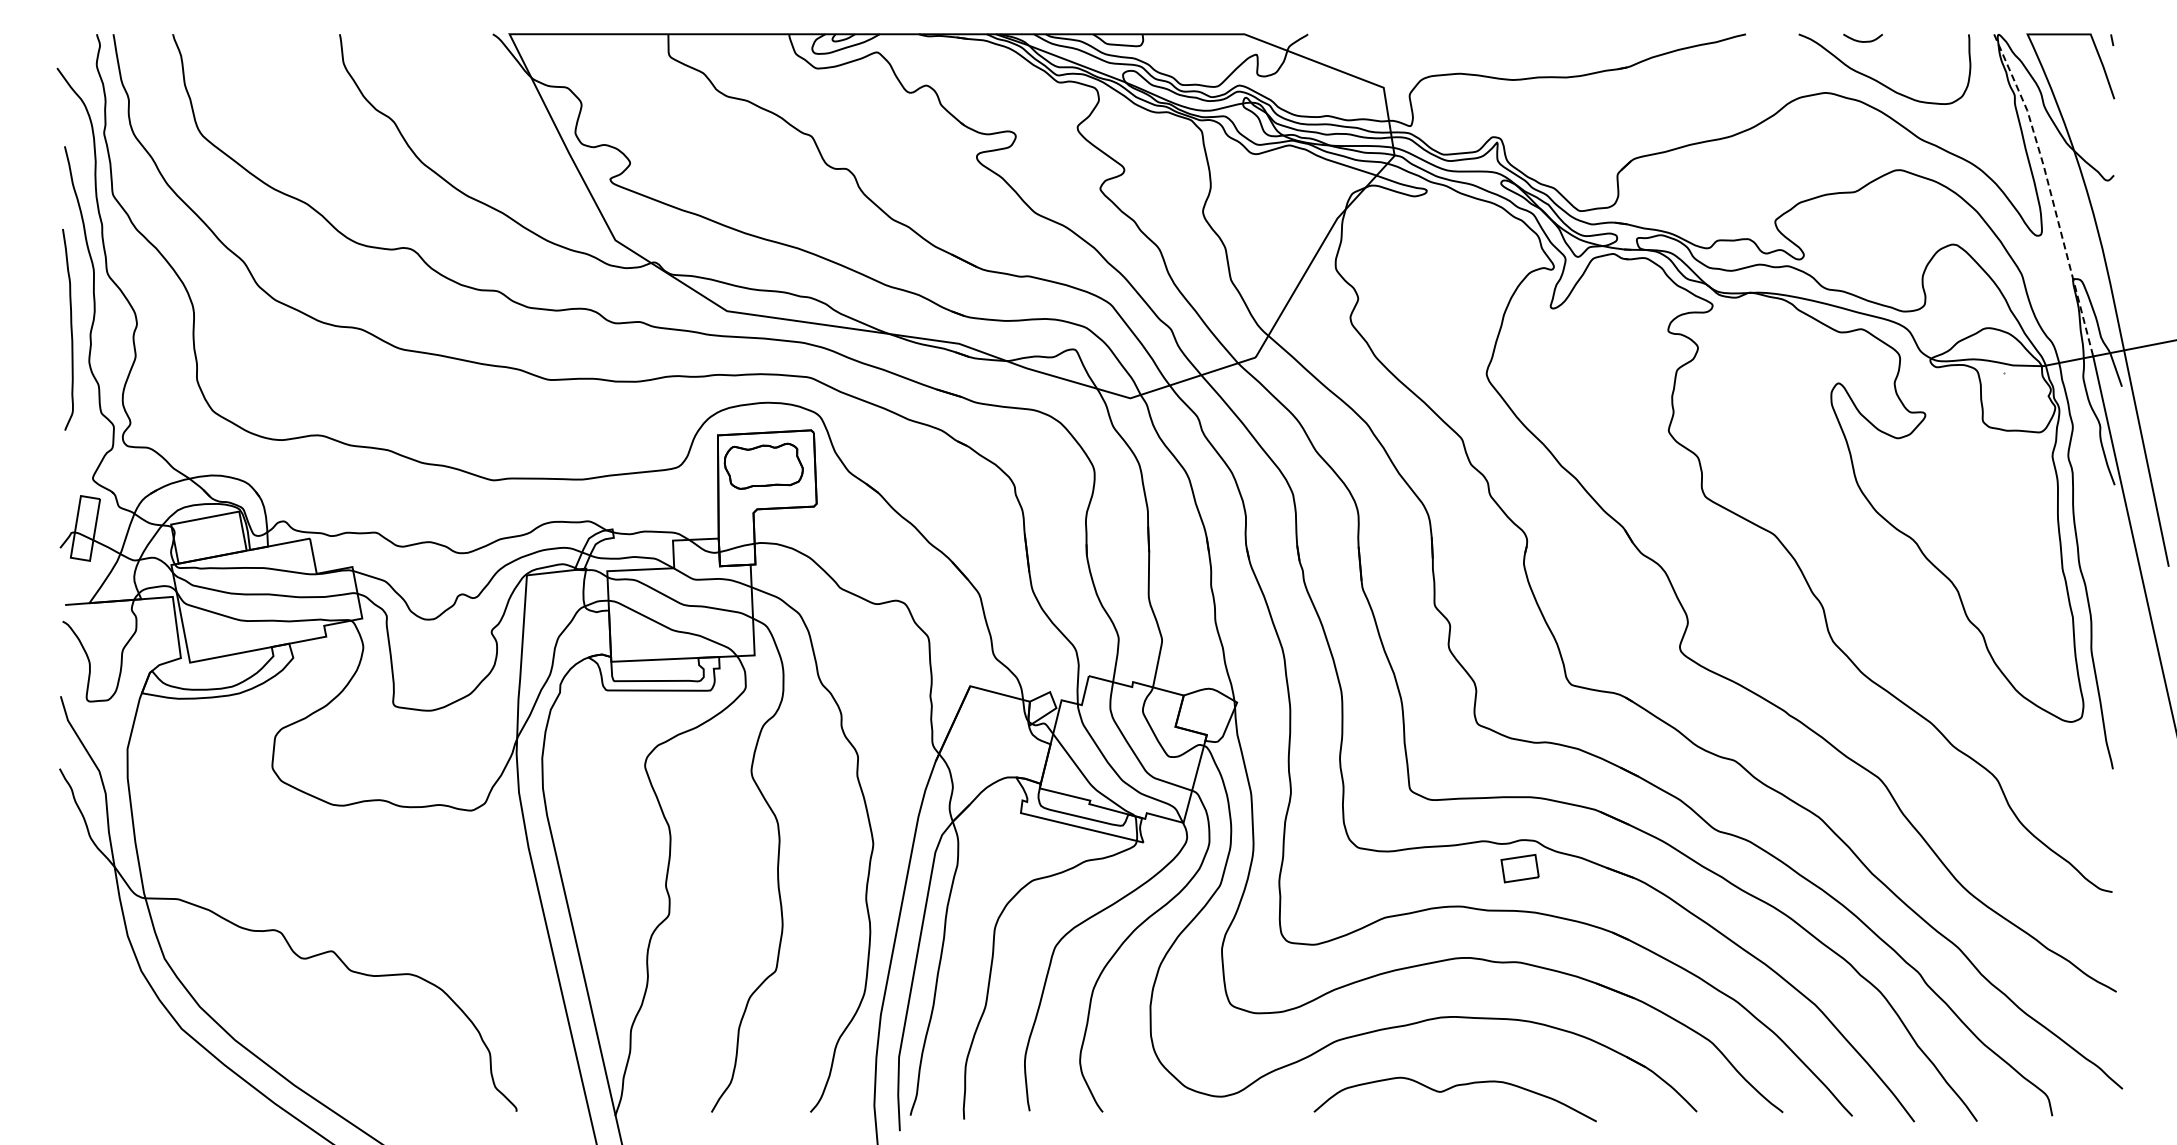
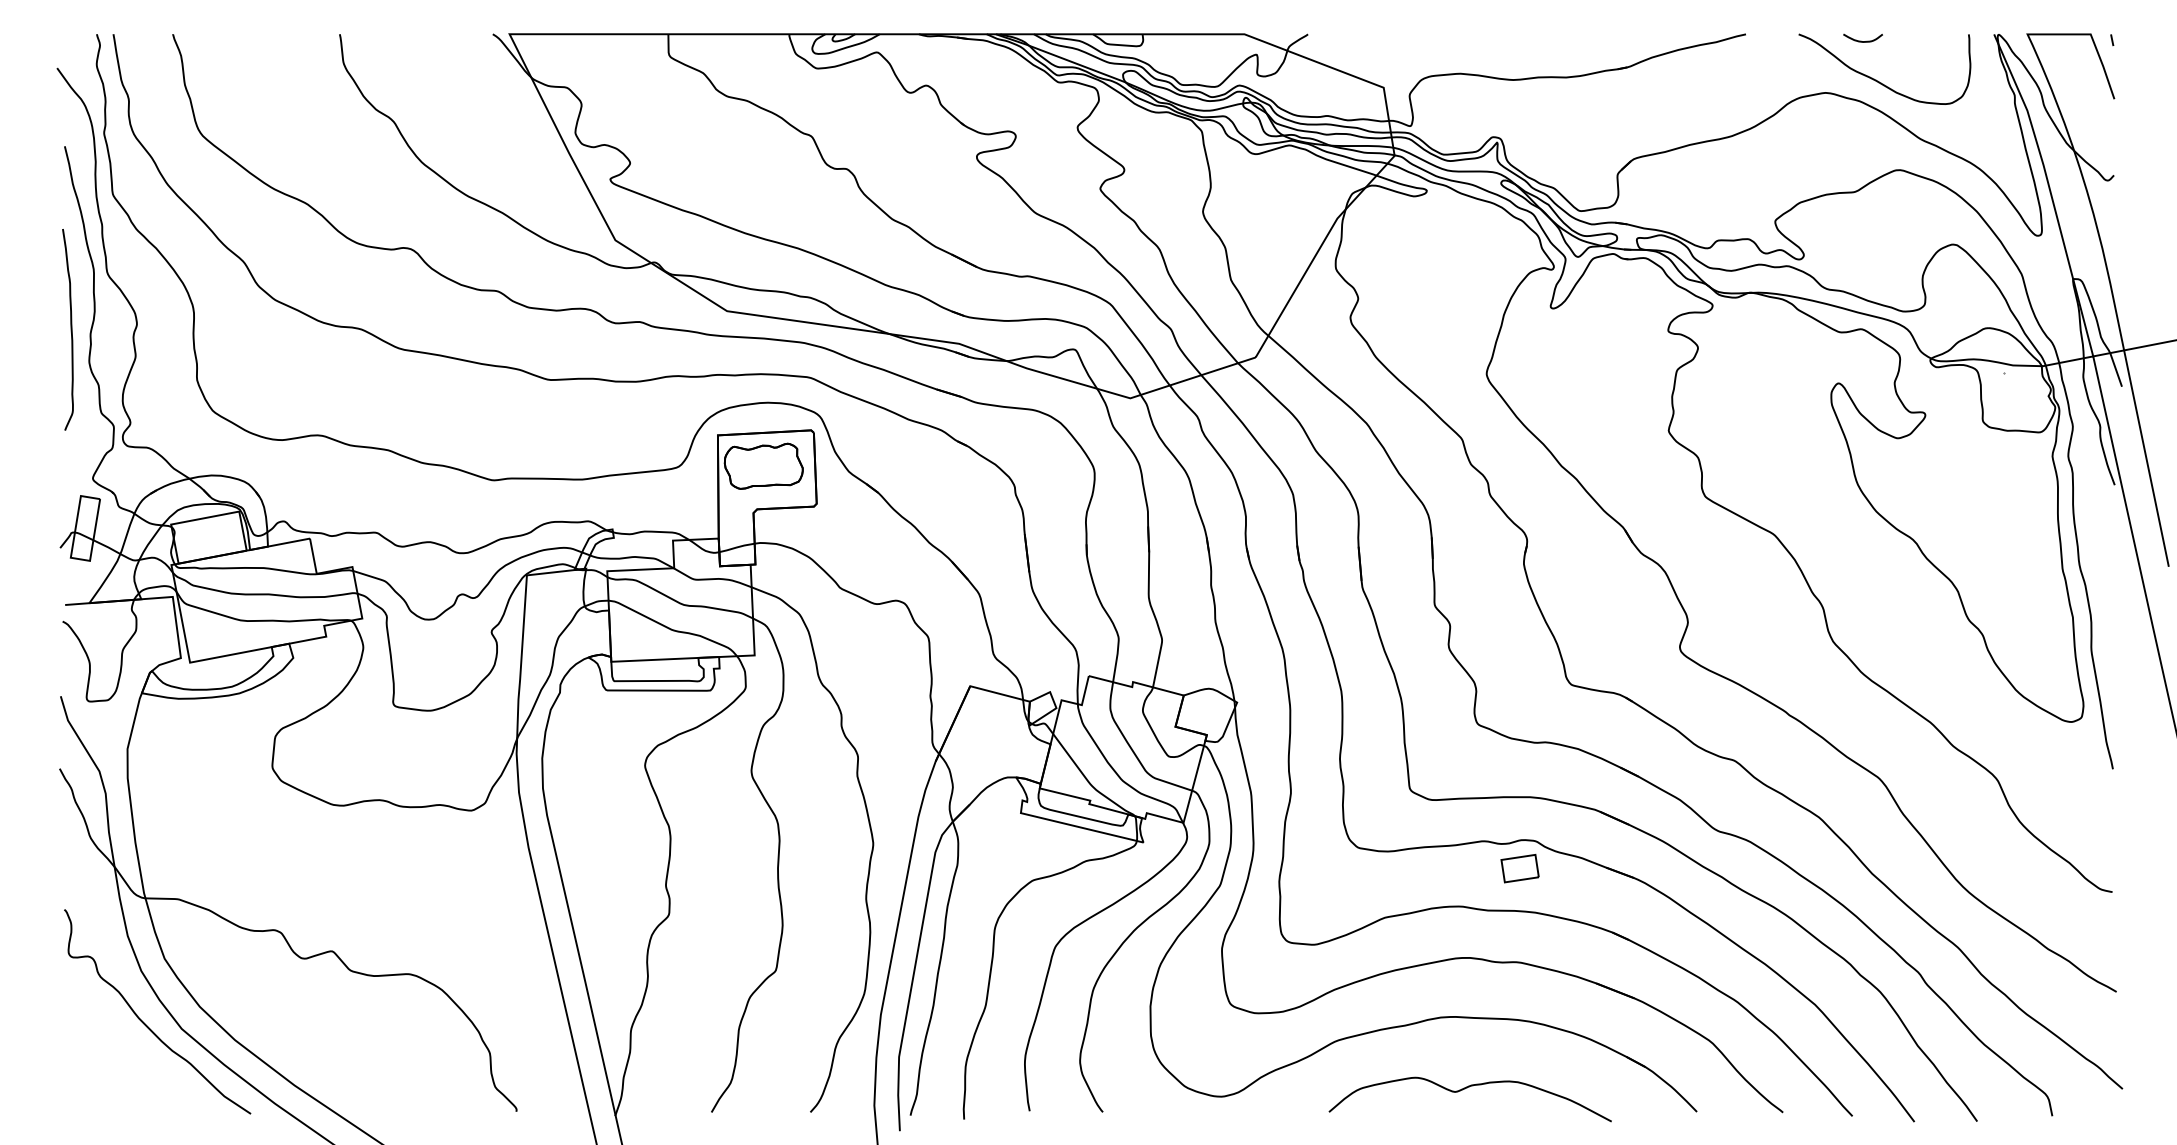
line at (2050, 191): dashed -> solid
curve at (145, 1023): none -> present
curve at (1450, 1089) position: (1450, 1089) -> (1465, 1089)
